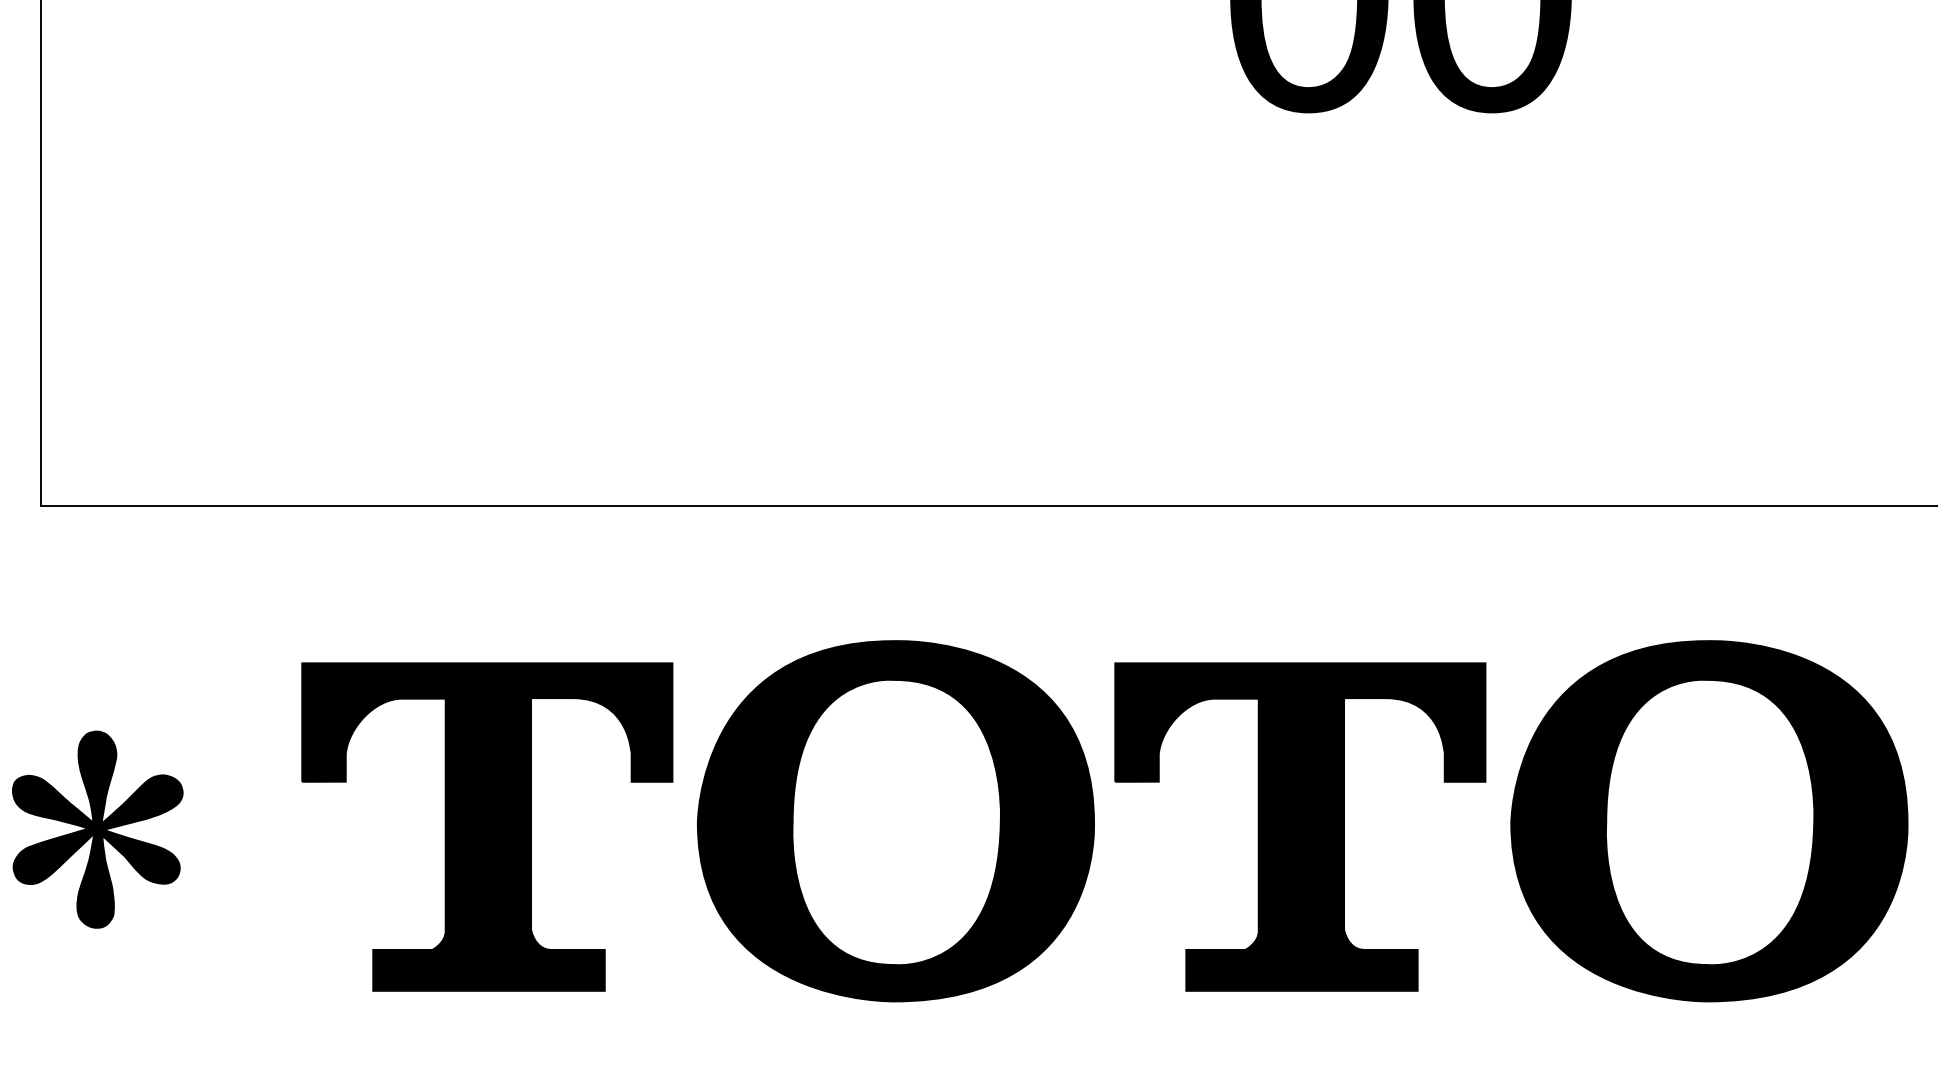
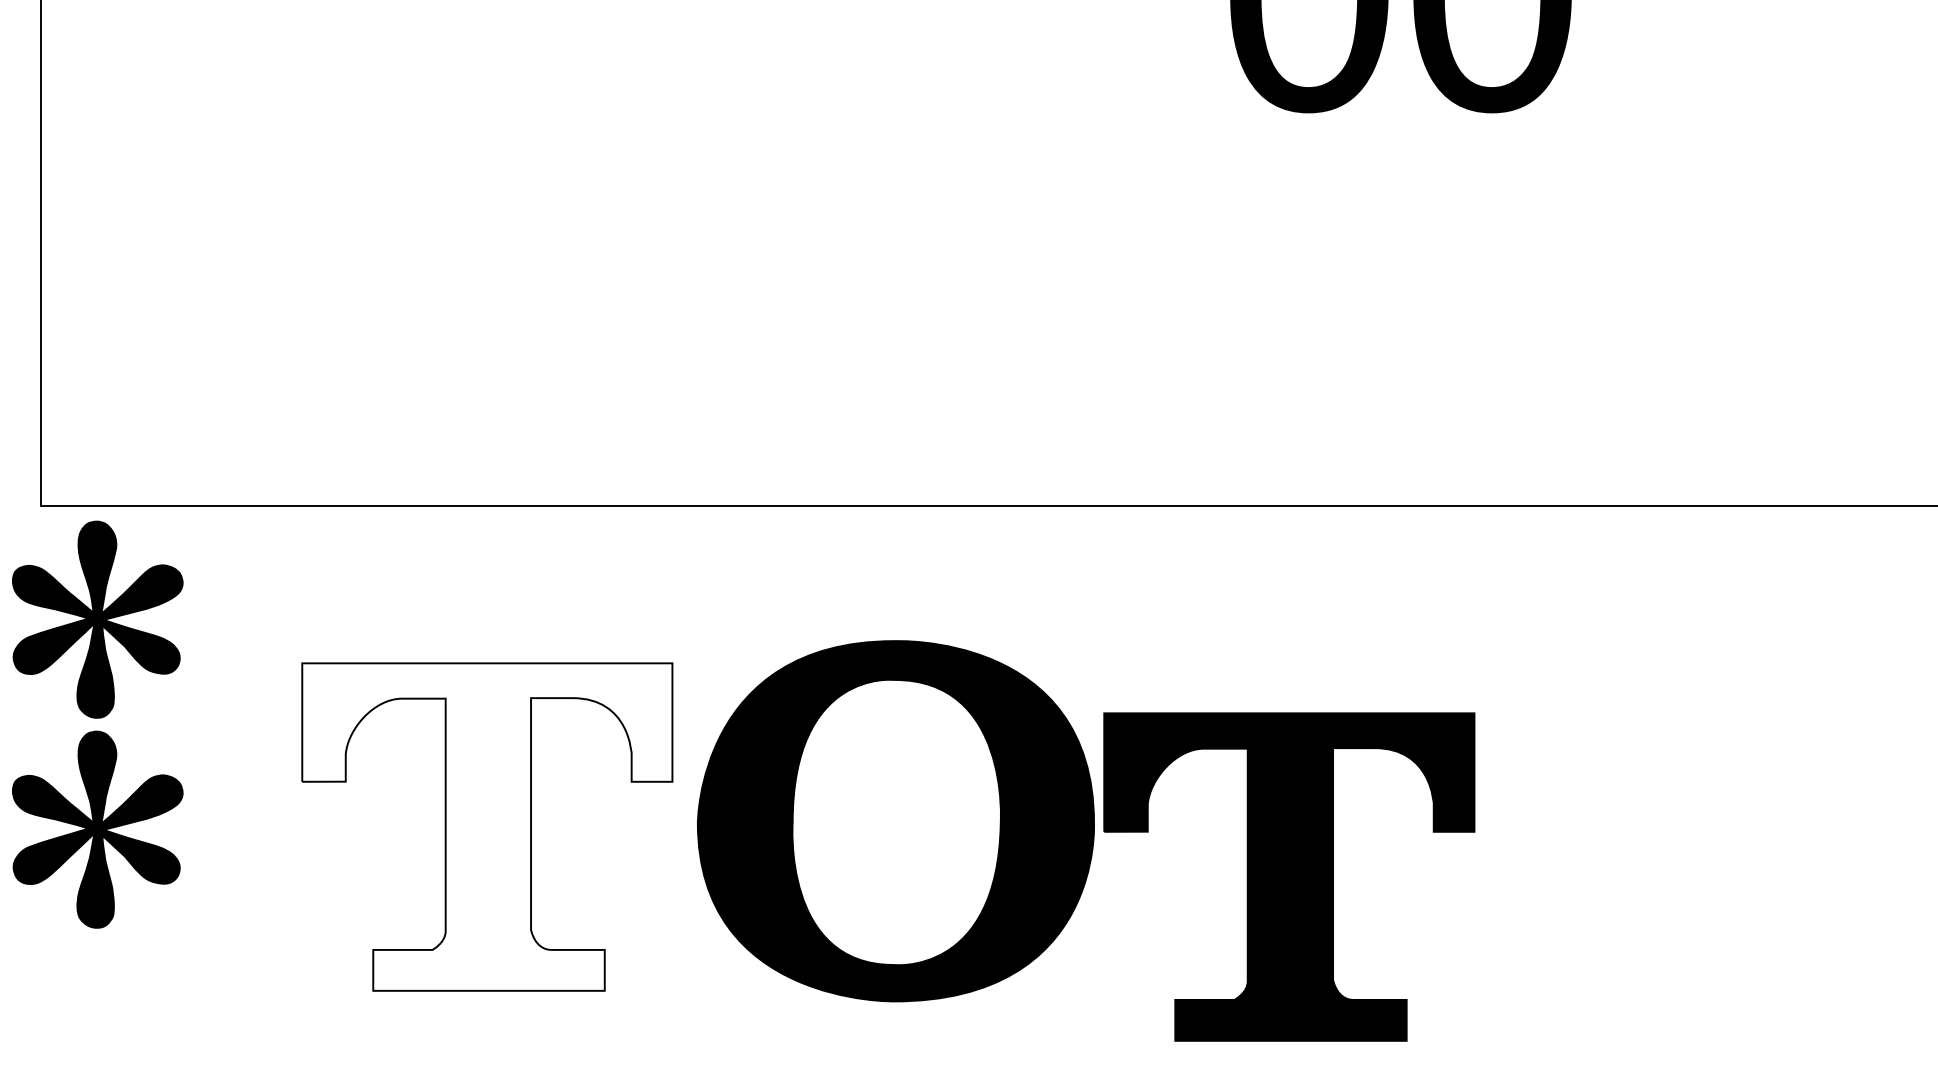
part at (97, 619): none -> present
part at (1709, 821): present -> none
fill at (487, 826): present -> none
part at (1300, 826) position: (1300, 826) -> (1289, 876)
